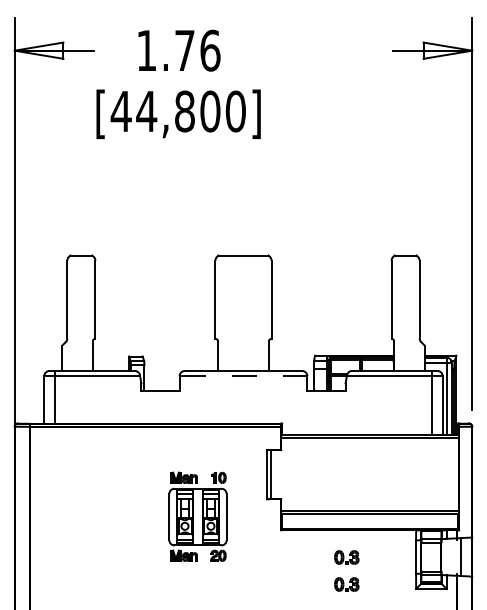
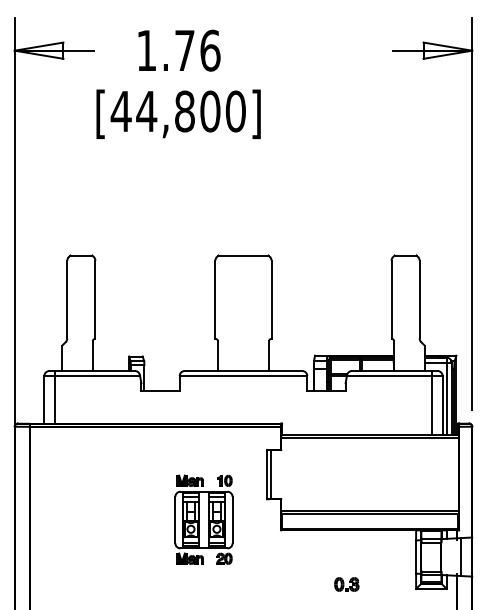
line at (243, 376): dashed -> solid
part at (197, 516) position: (197, 516) -> (203, 519)
part at (346, 557): present -> none
